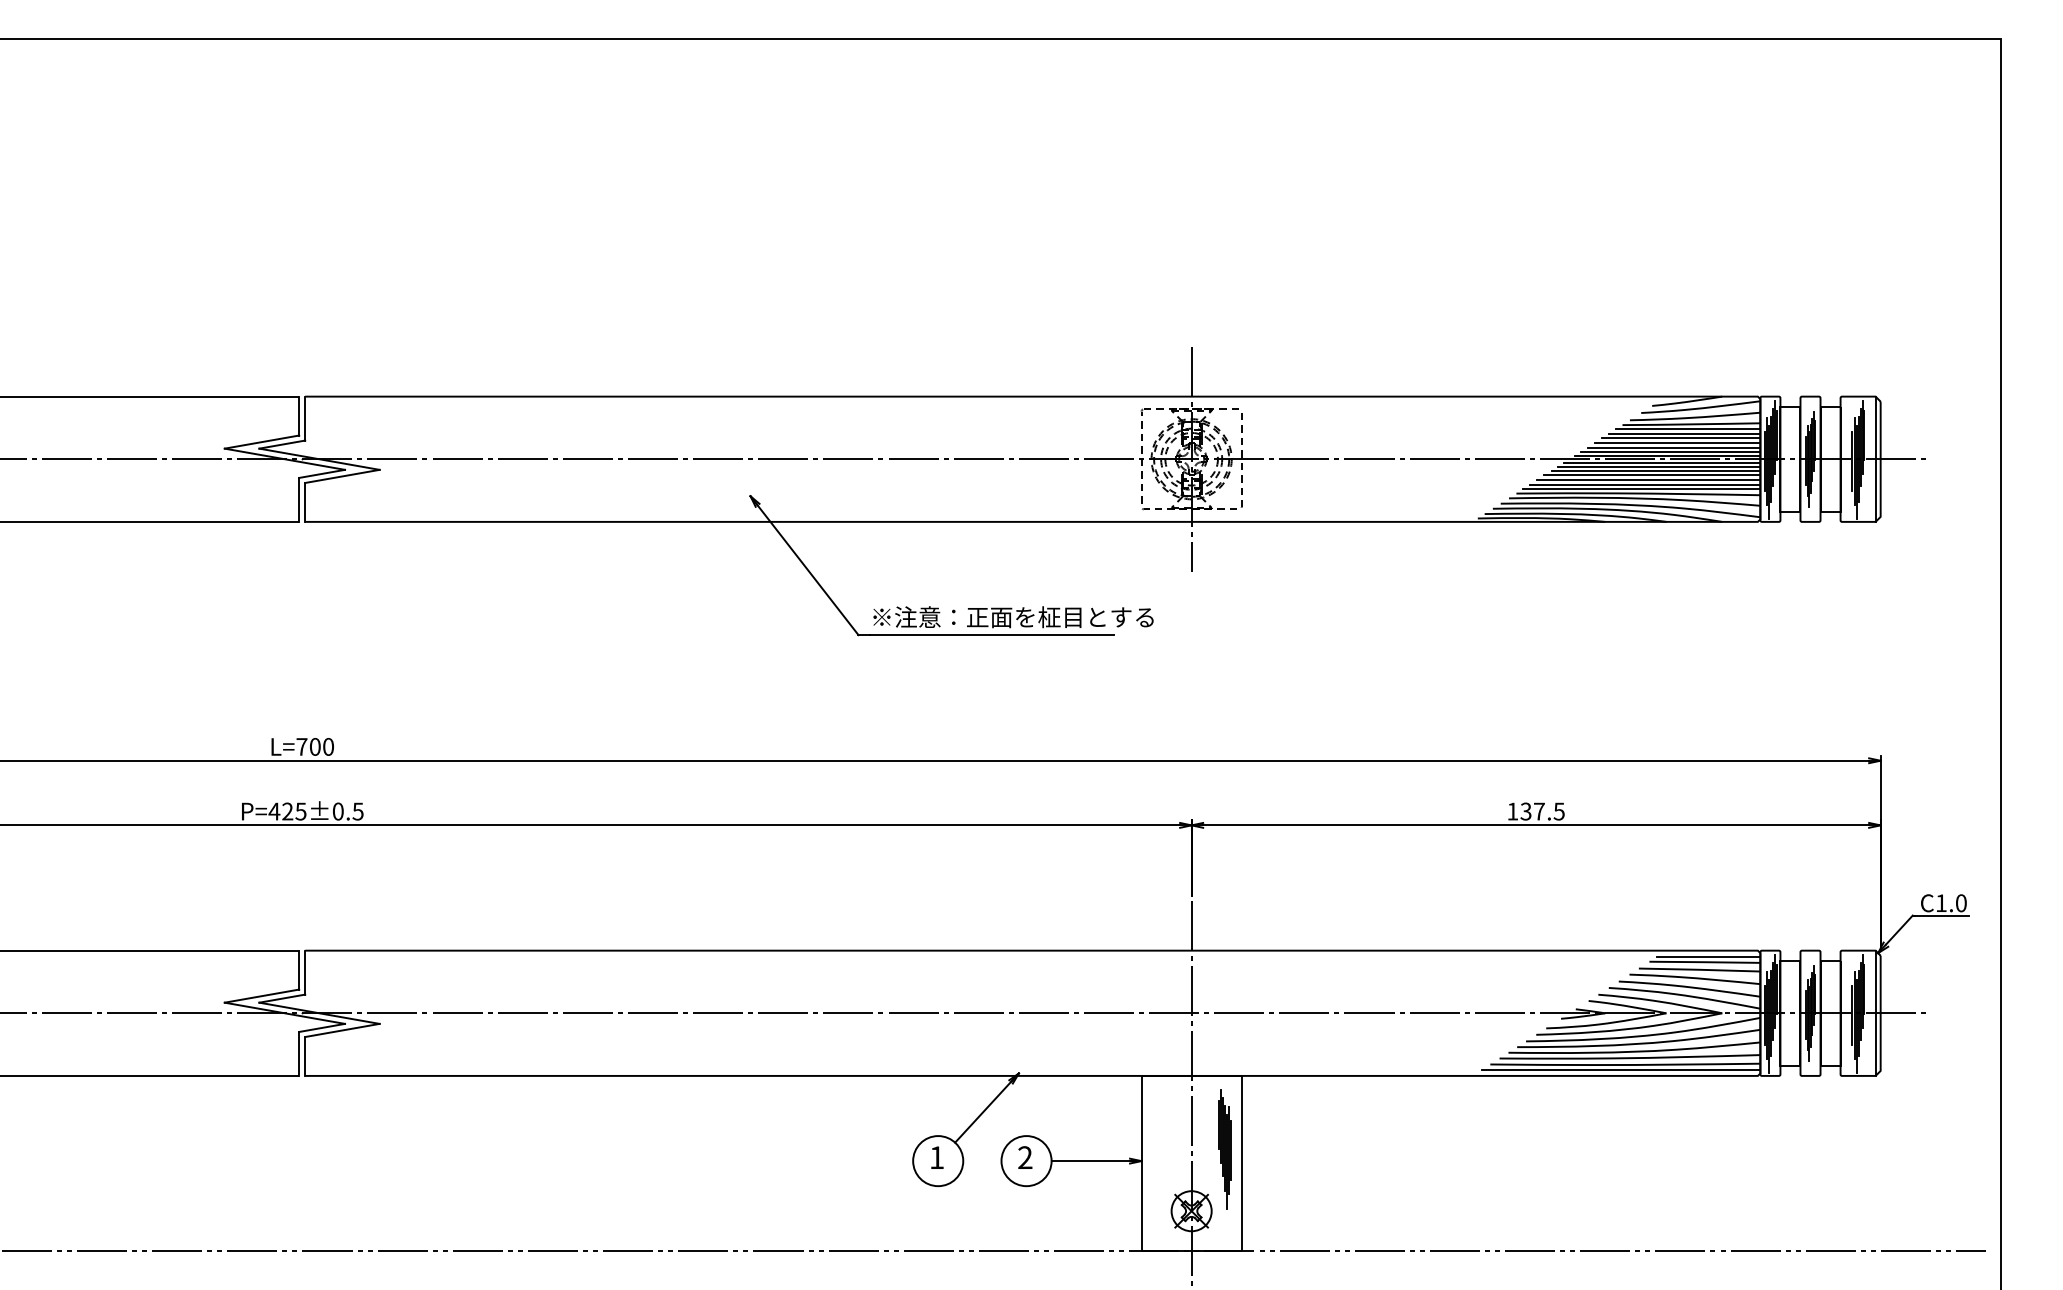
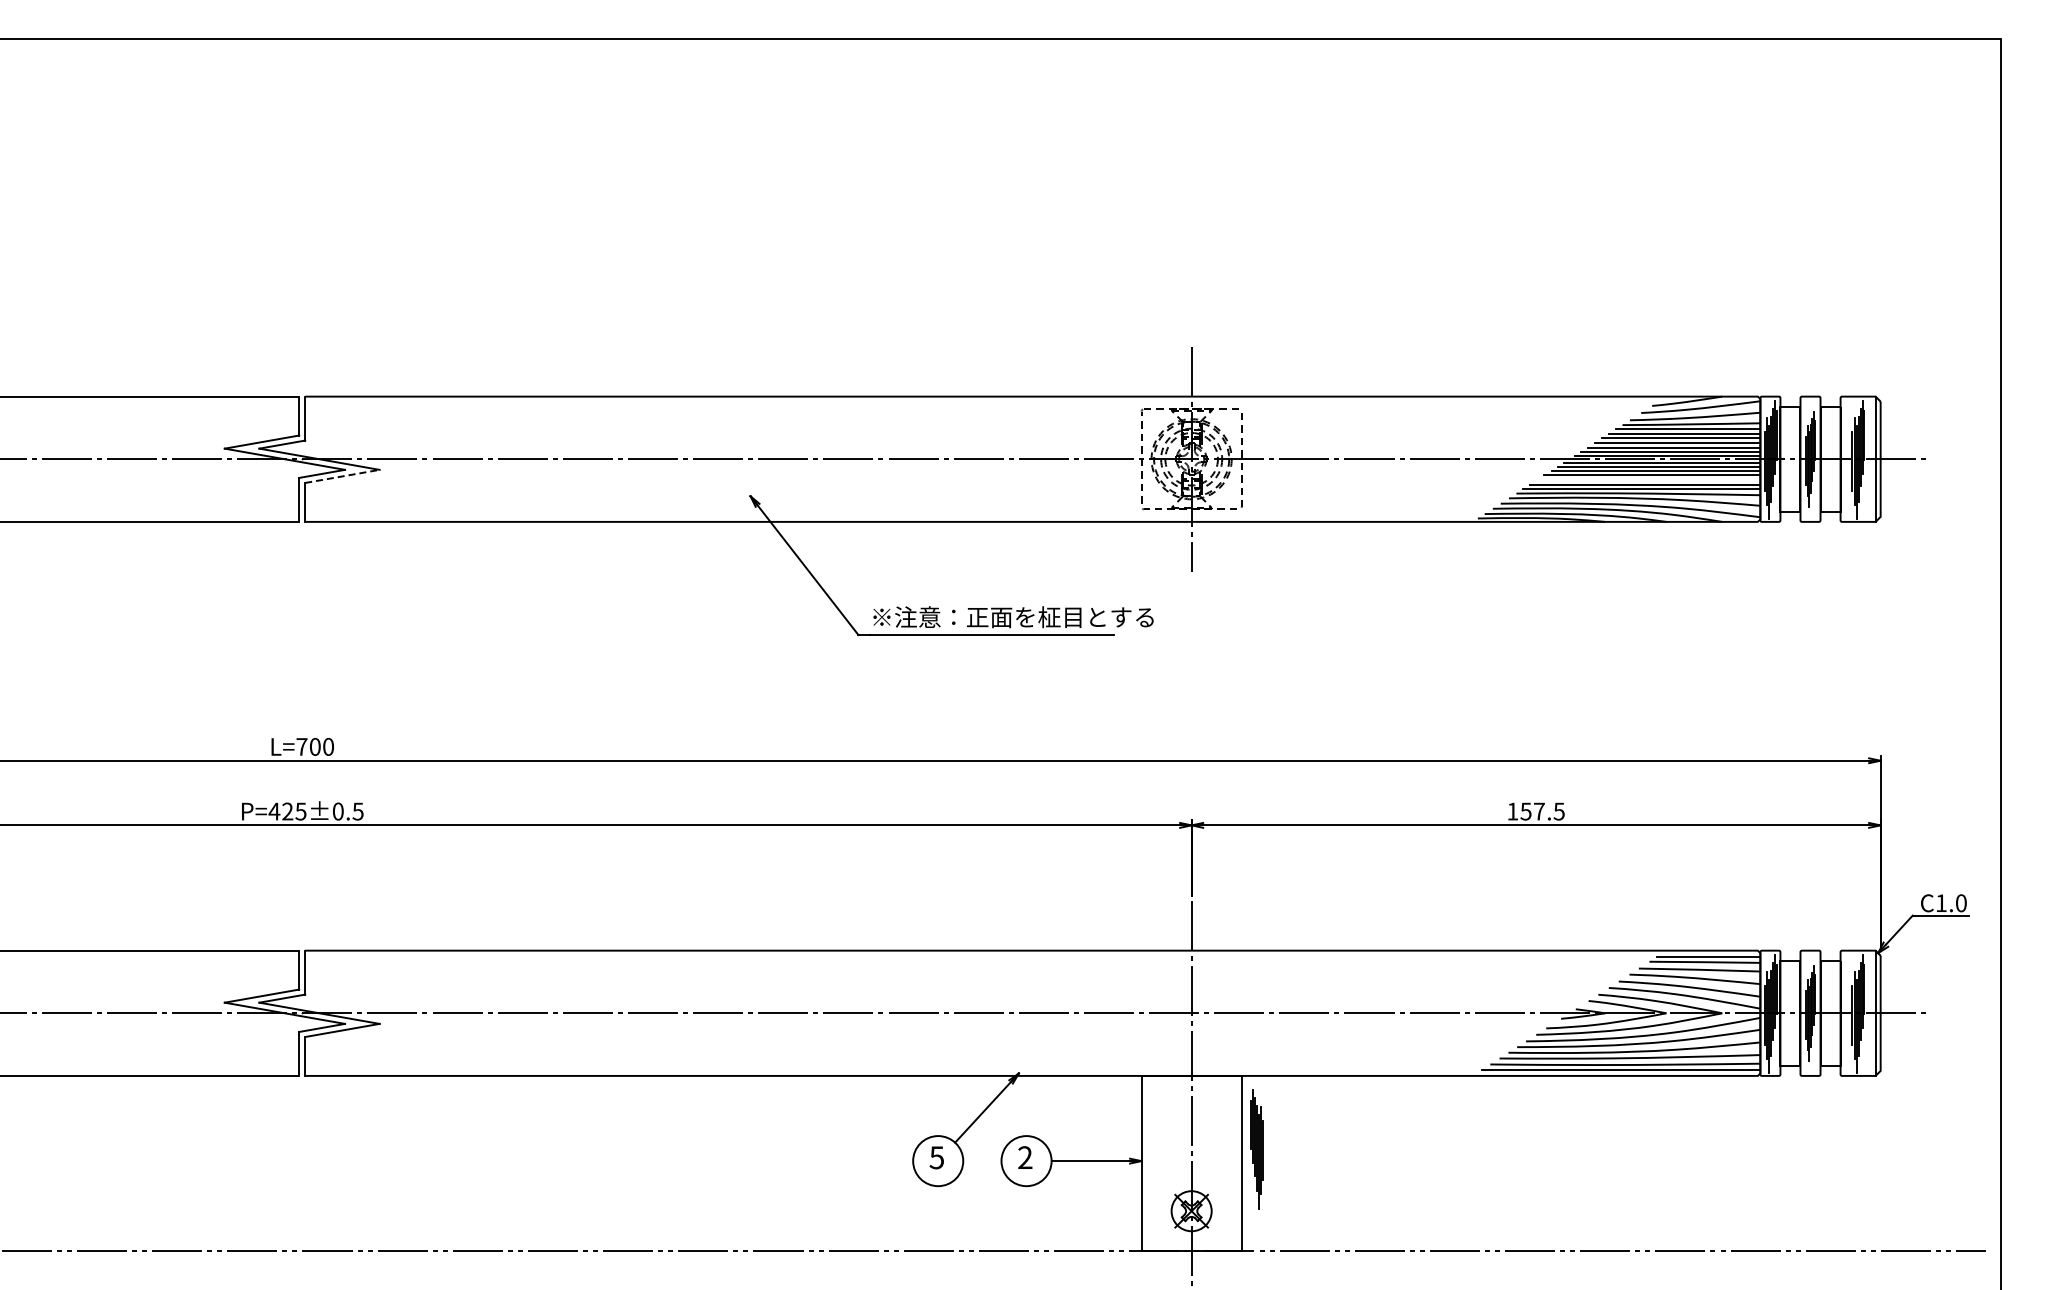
line at (342, 476): solid -> dashed
line at (1648, 480): present -> none
text at (1526, 810): 137.5 -> 157.5
part at (1224, 1149) position: (1224, 1149) -> (1256, 1149)
text at (936, 1157): 1 -> 5
